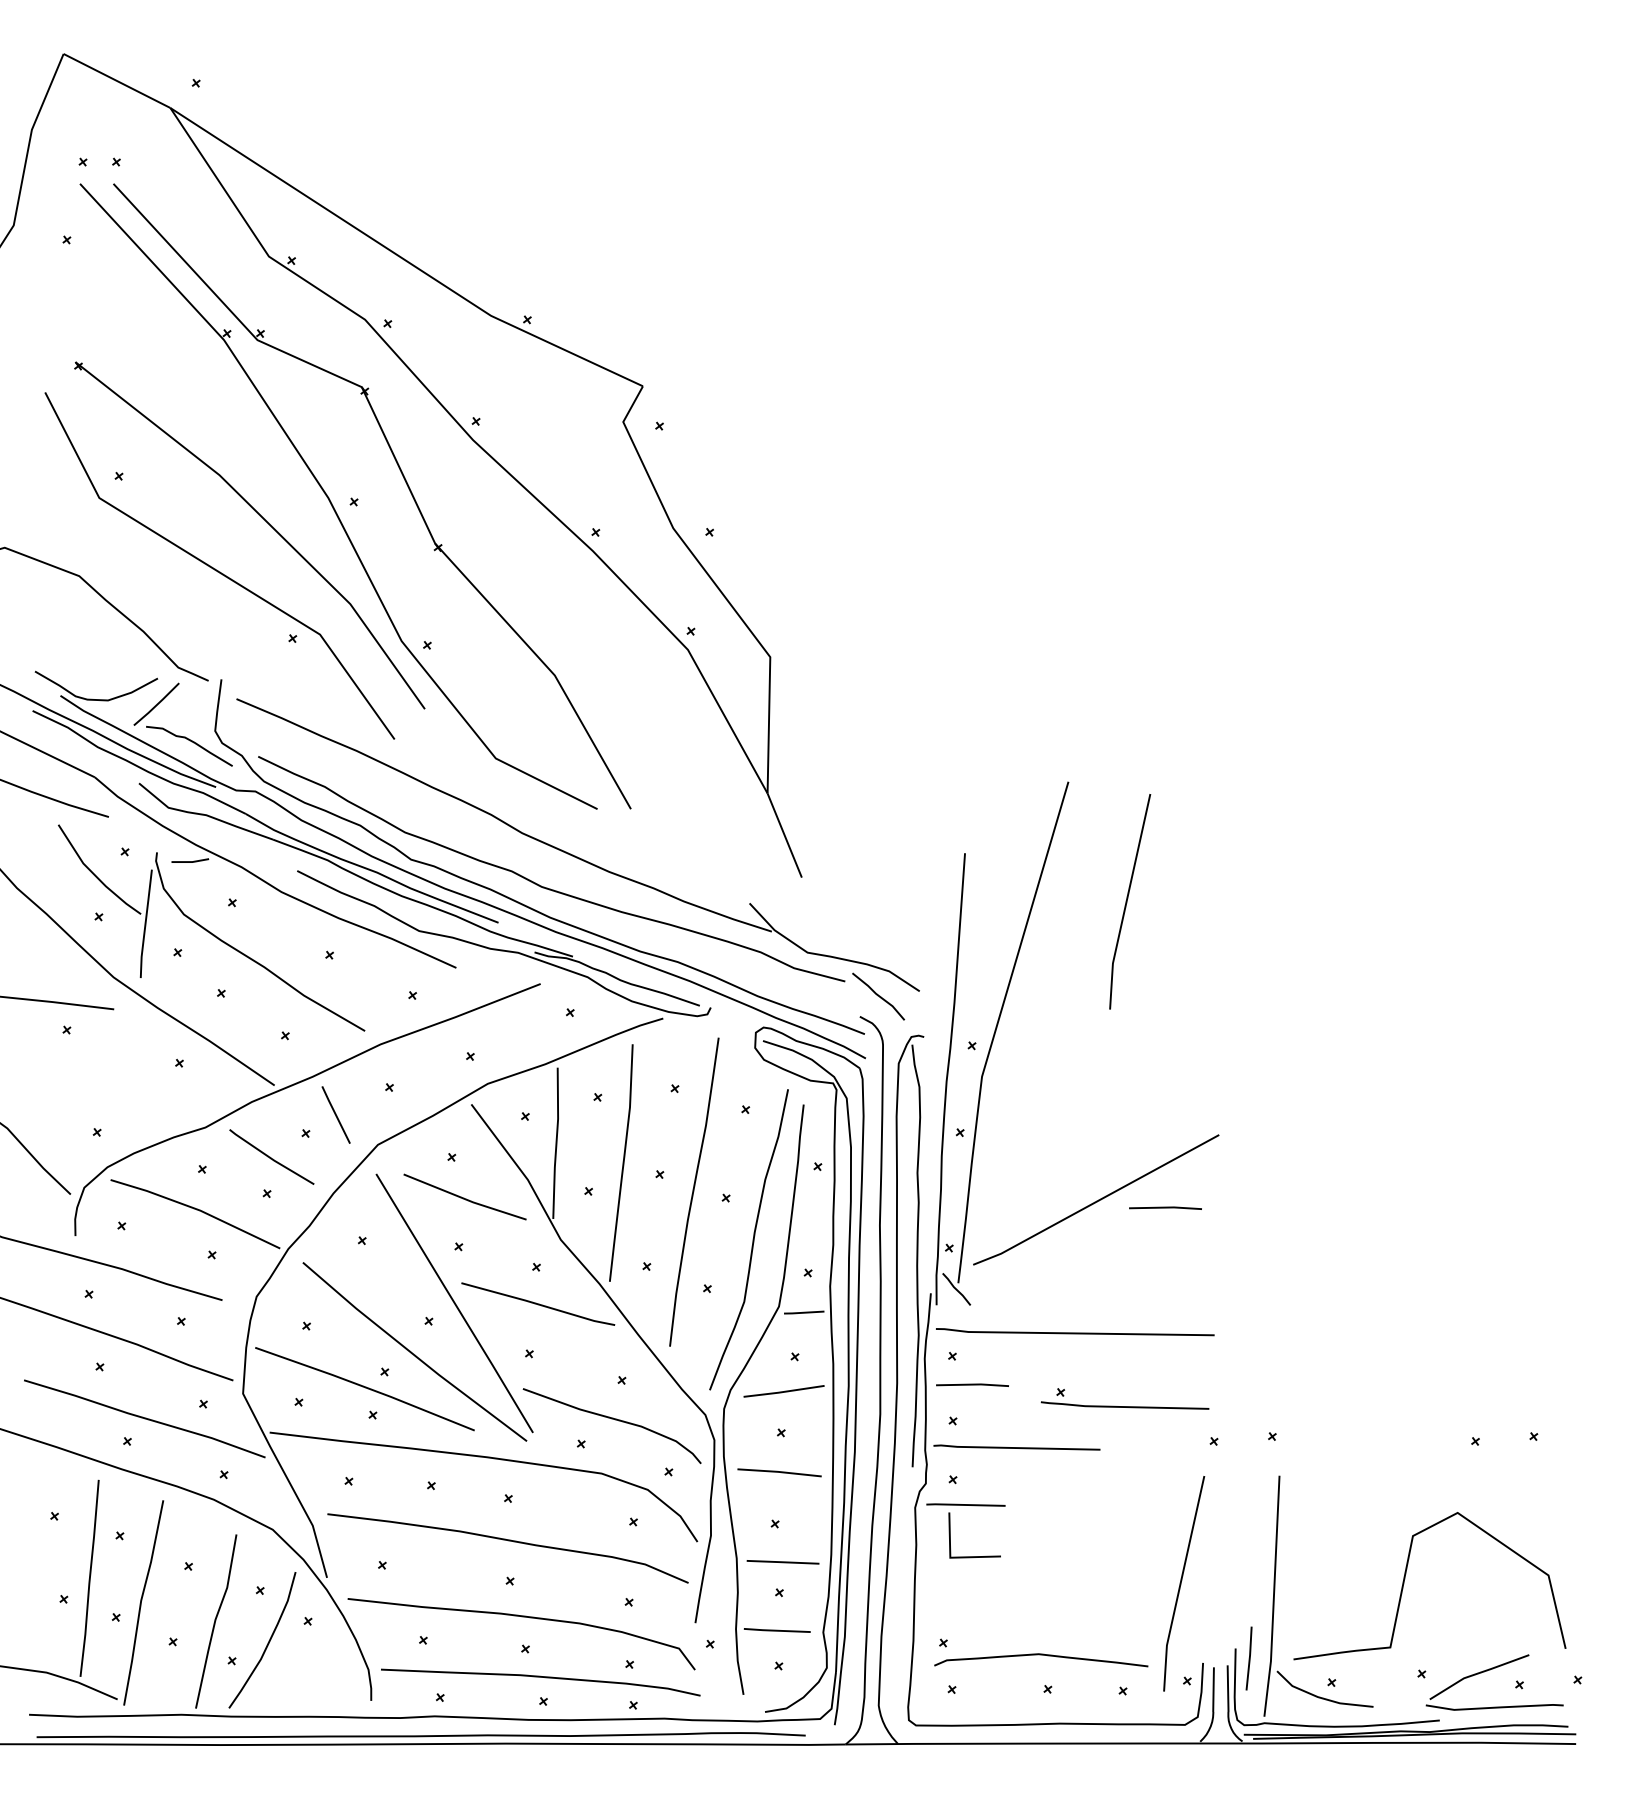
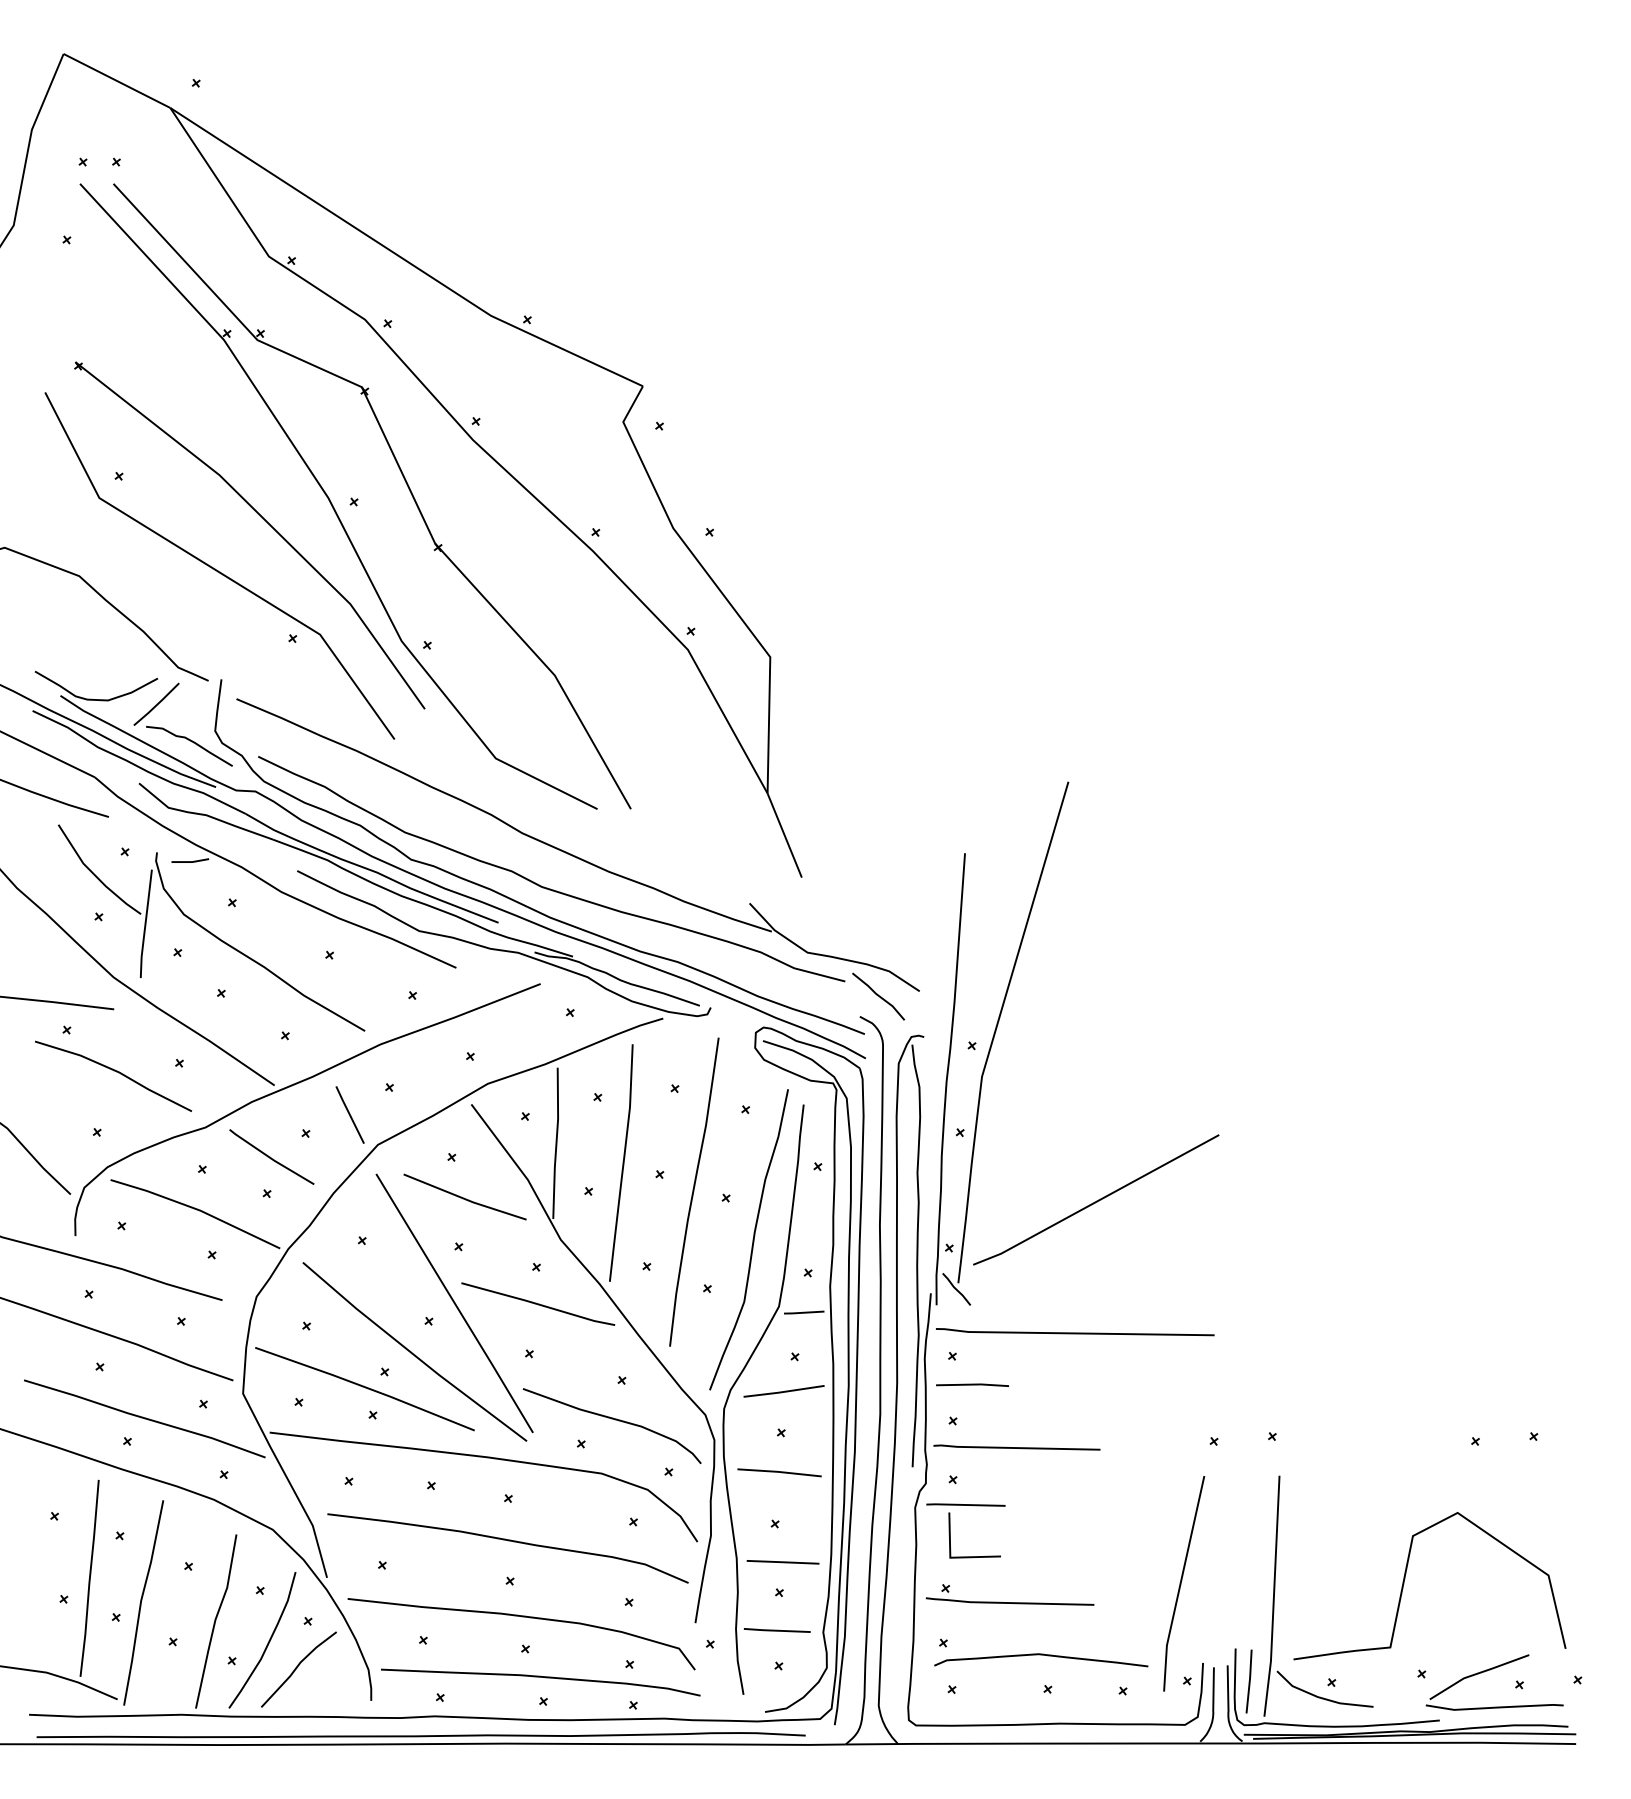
line at (1127, 901): present -> none
line at (114, 1071): none -> present
line at (335, 1114) position: (335, 1114) -> (349, 1114)
line at (1165, 1207): present -> none
part at (1124, 1406) position: (1124, 1406) -> (1009, 1602)
line at (1248, 1658) position: (1248, 1658) -> (1248, 1681)
line at (297, 1668): none -> present
